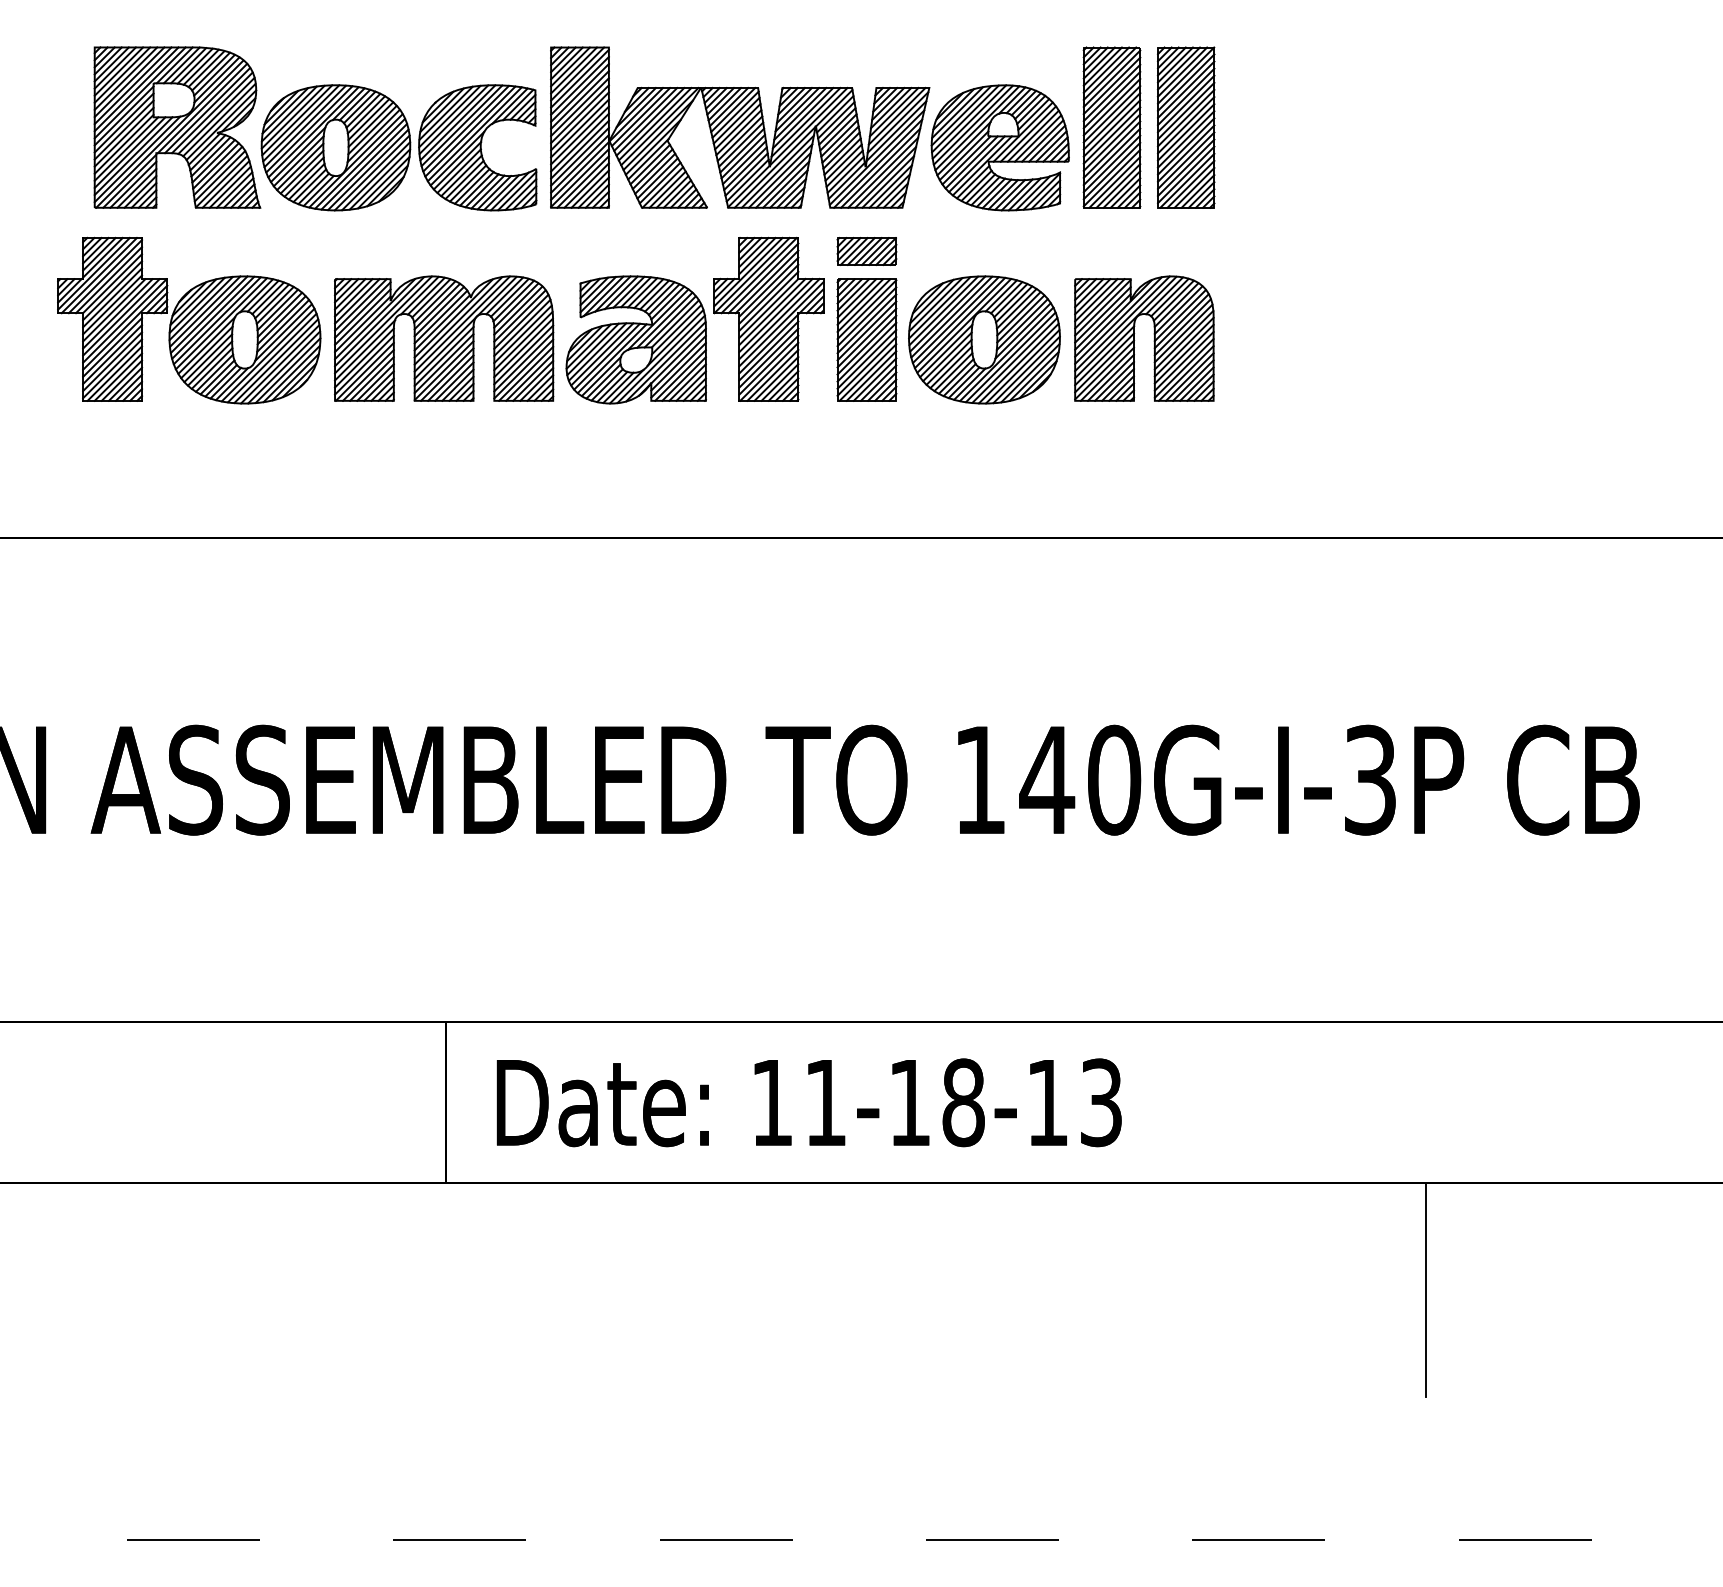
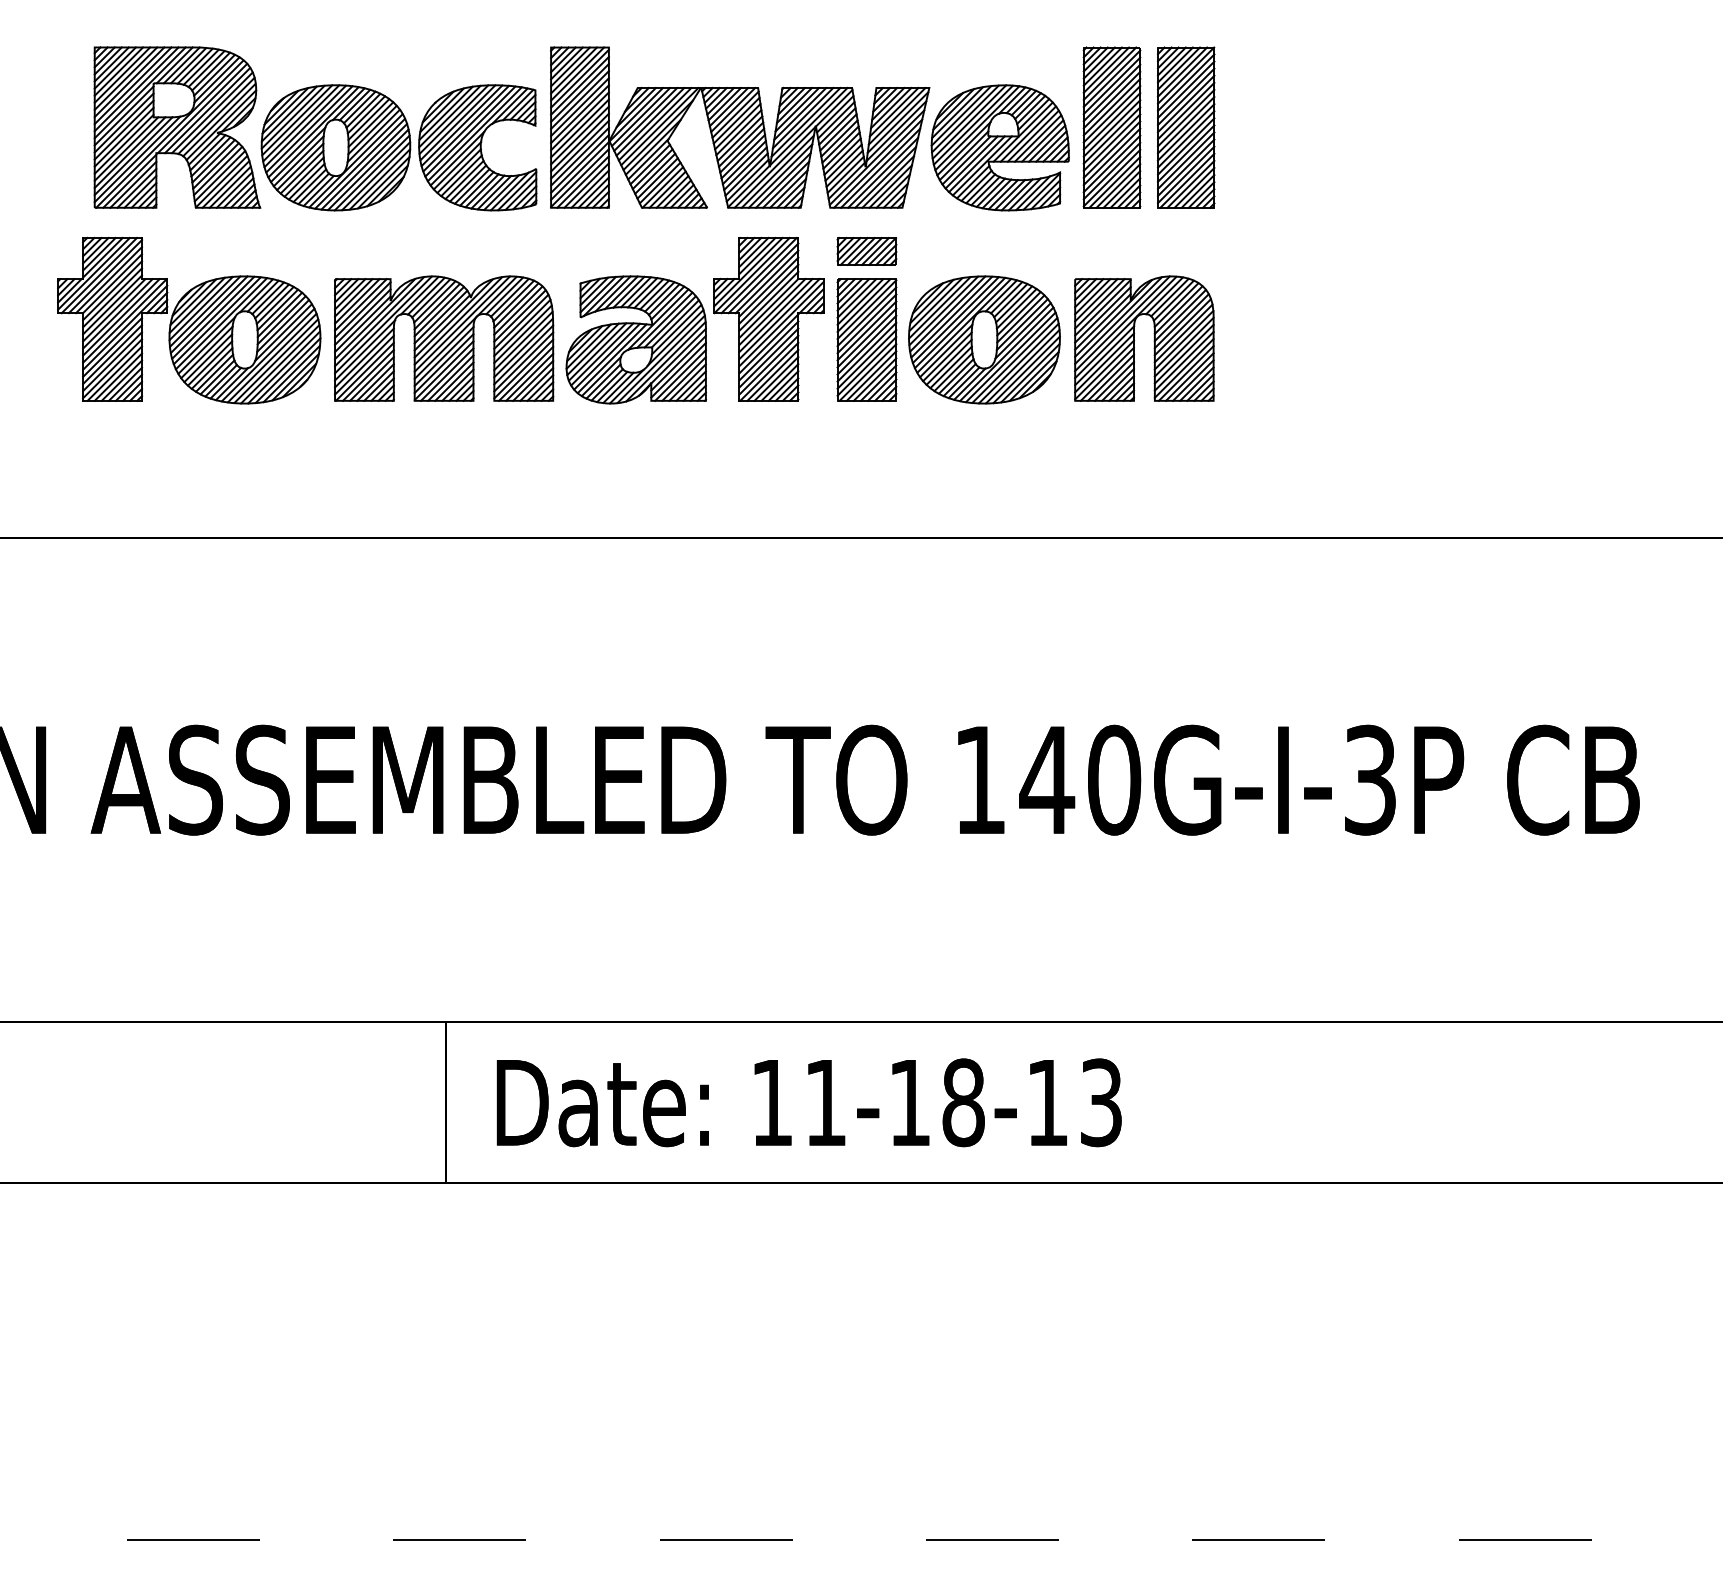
line at (1425, 1290): present -> none
